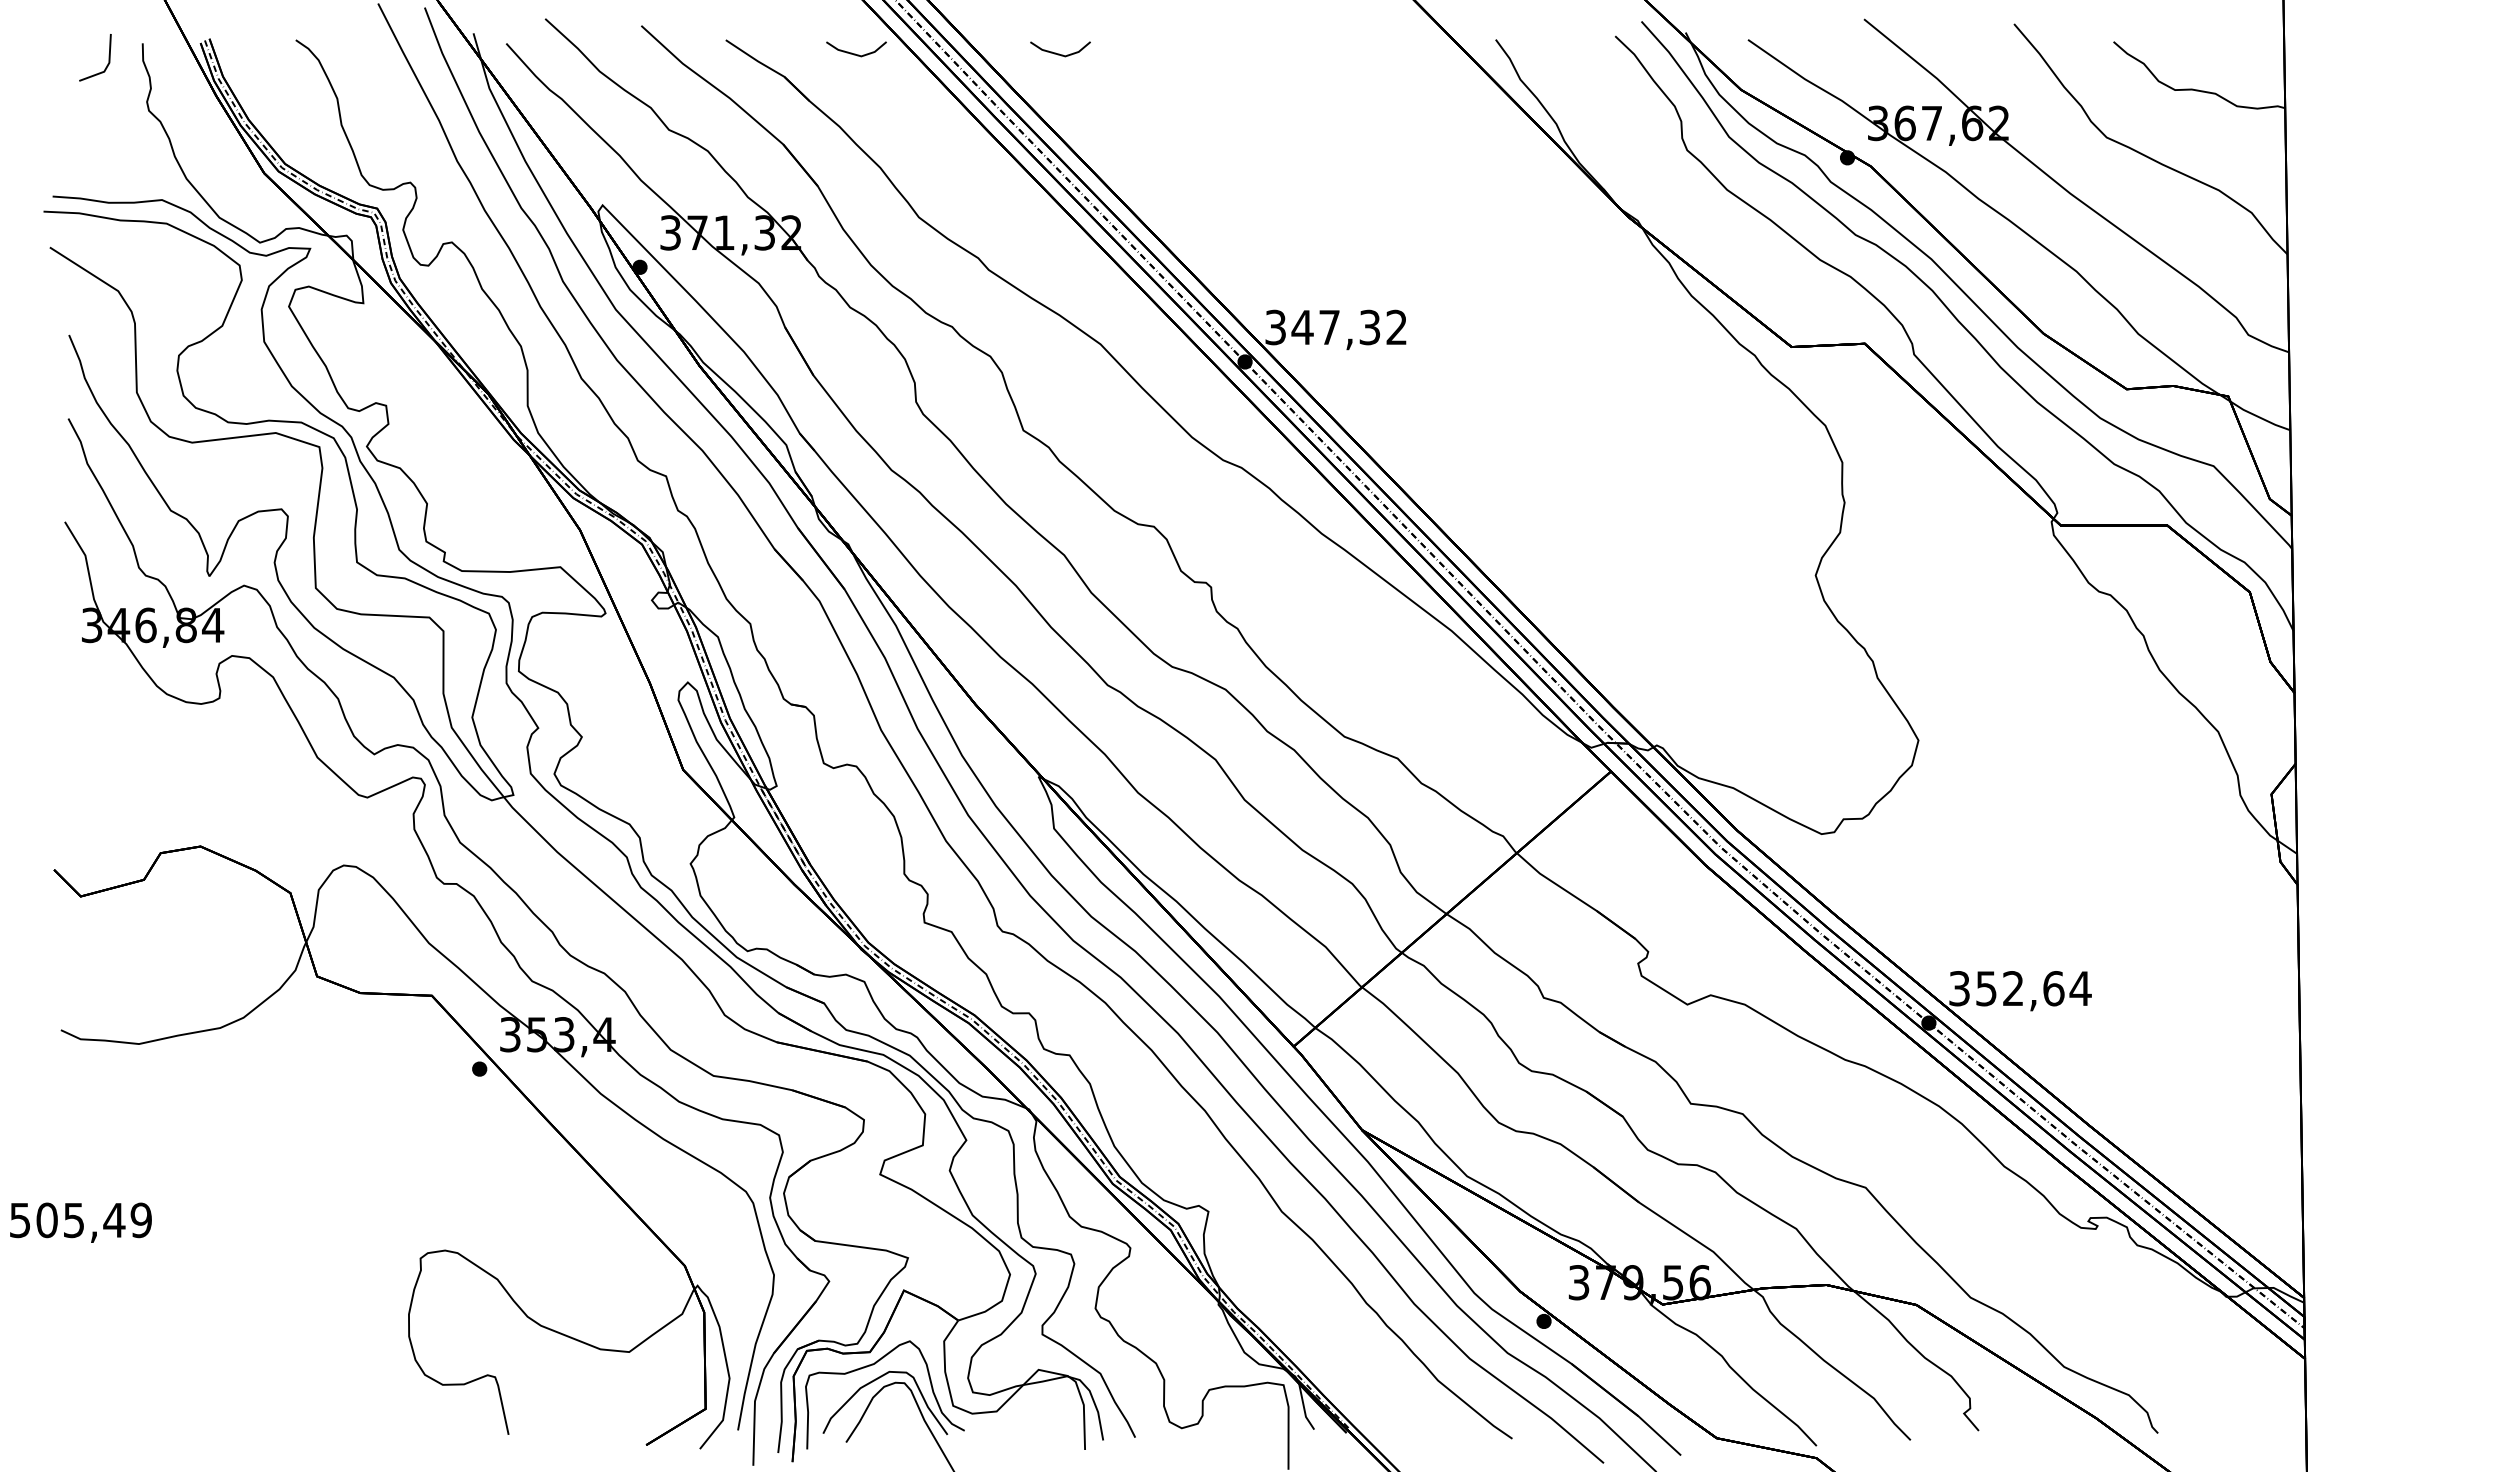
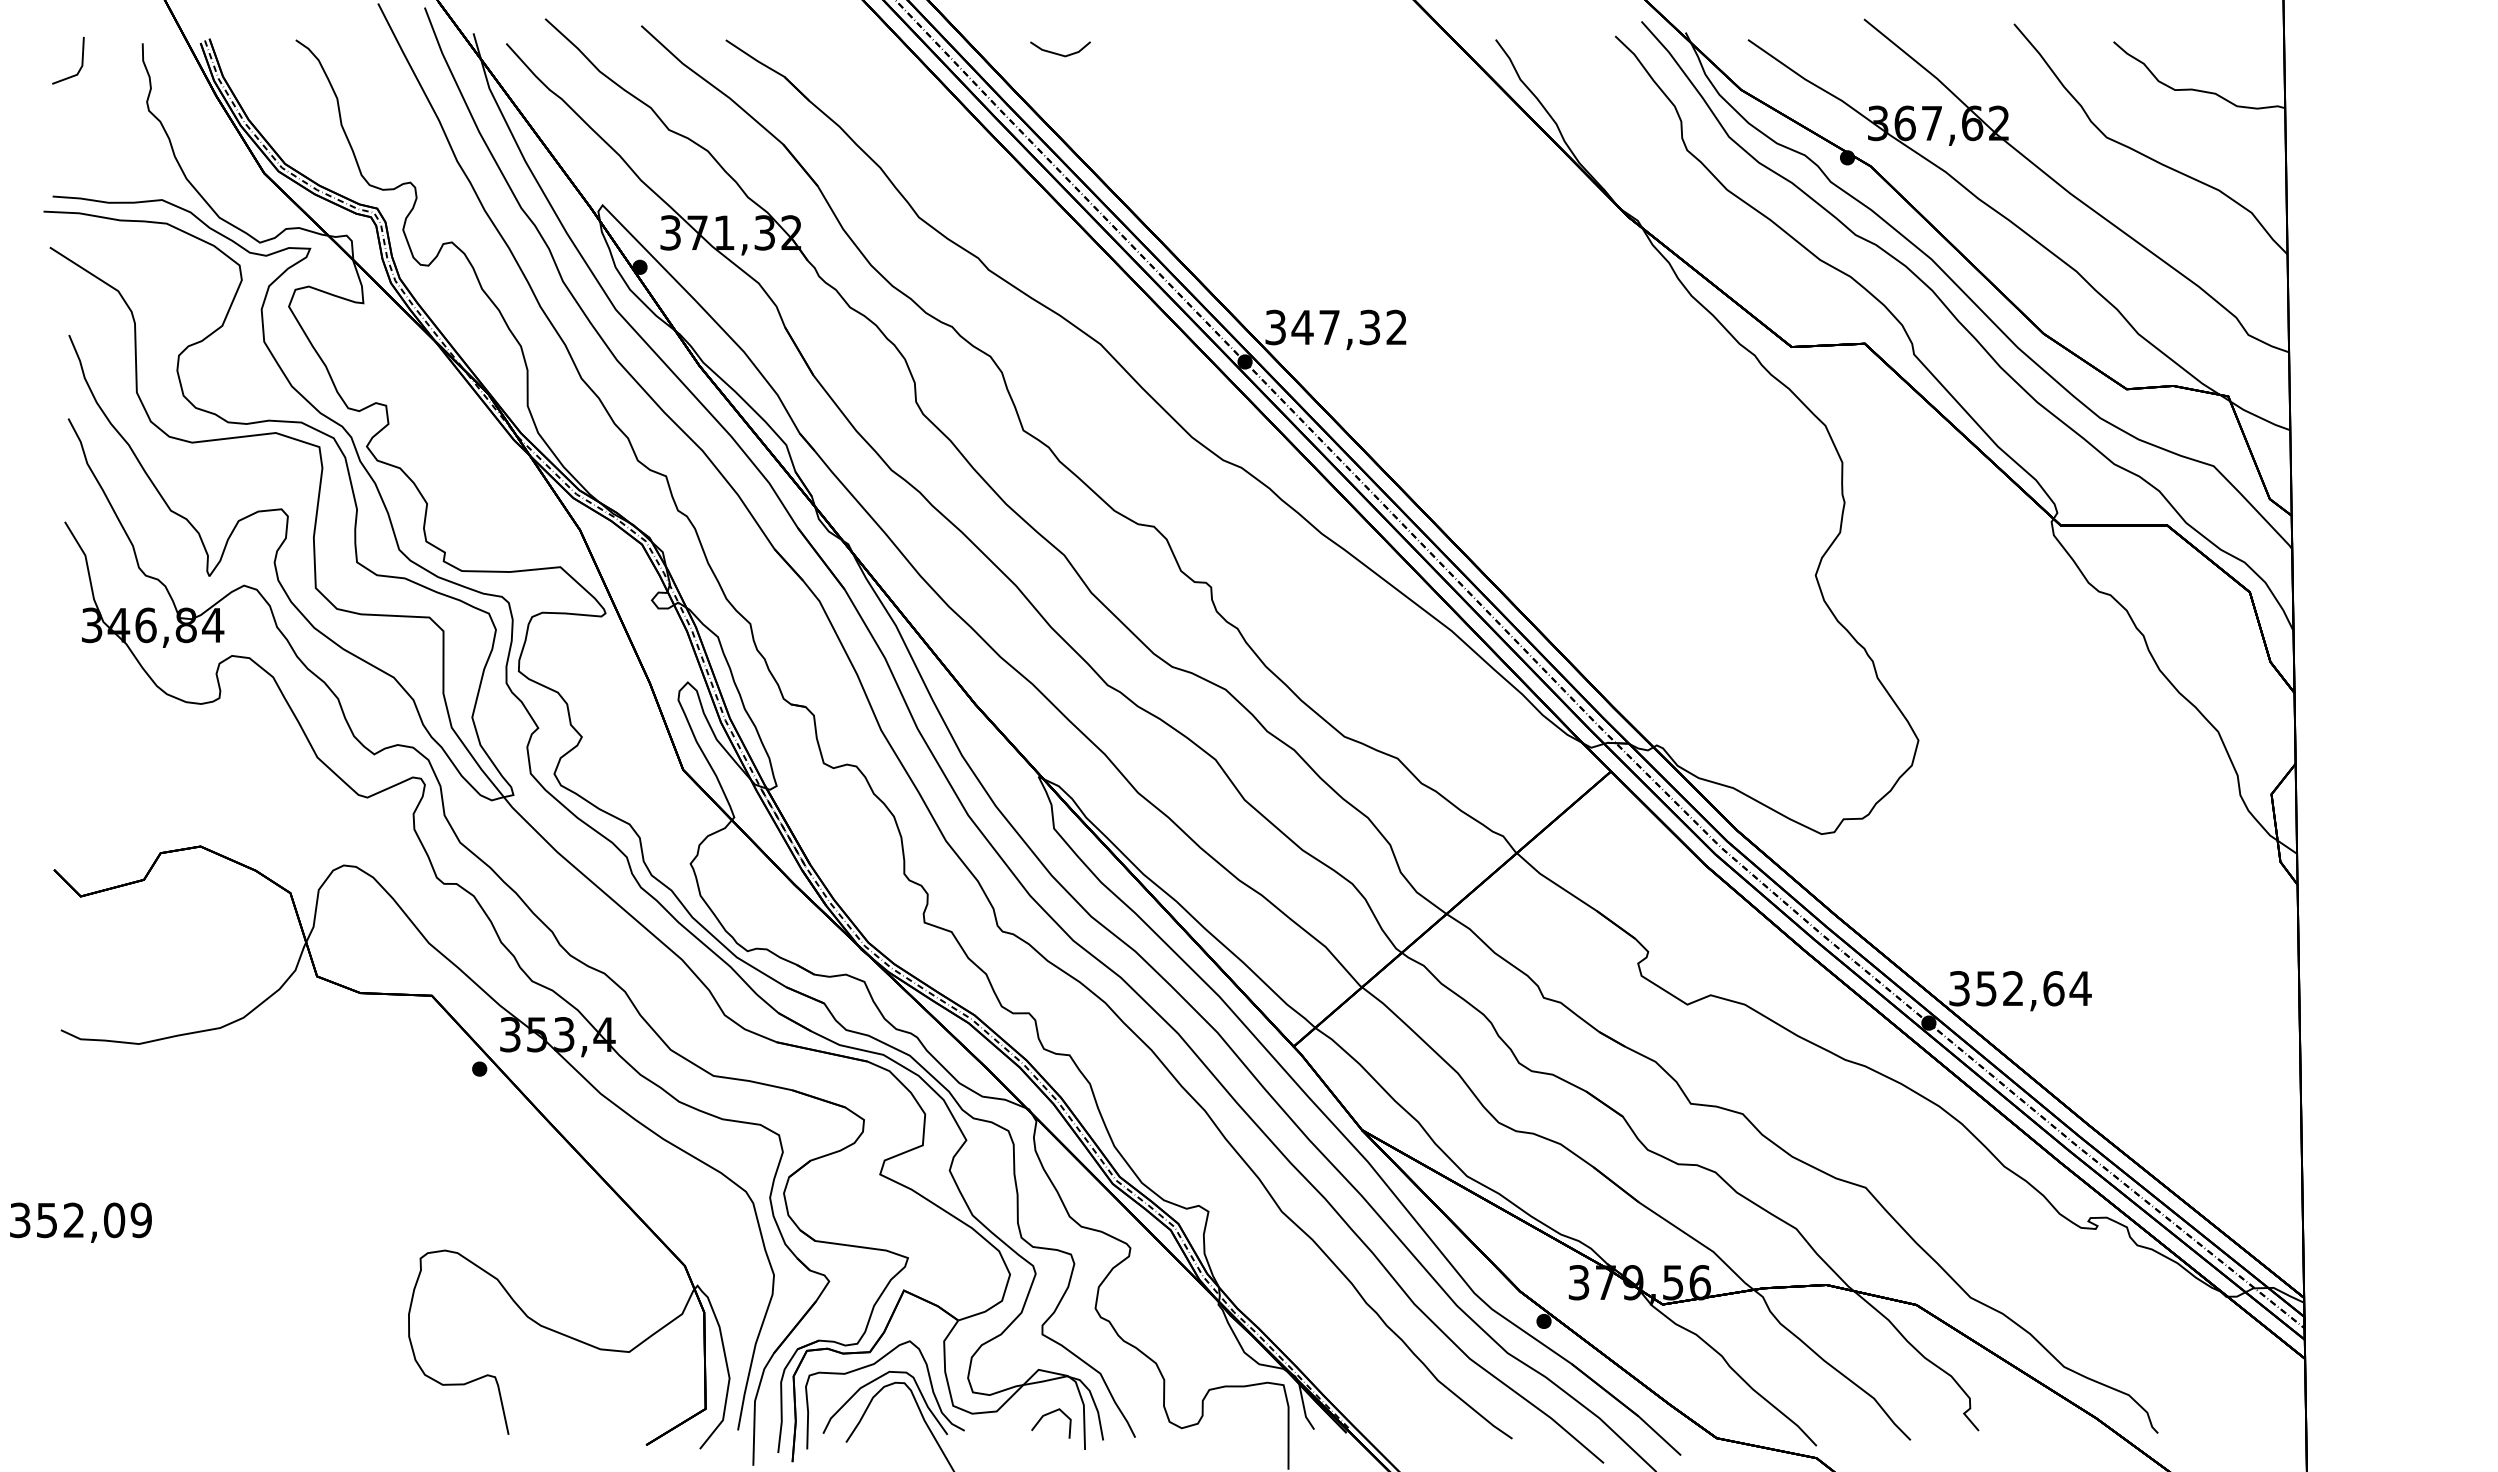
line at (855, 53): present -> none
line at (108, 57) position: (108, 57) -> (81, 60)
text at (67, 1220): 505,49 -> 352,09
line at (1047, 1415): none -> present
